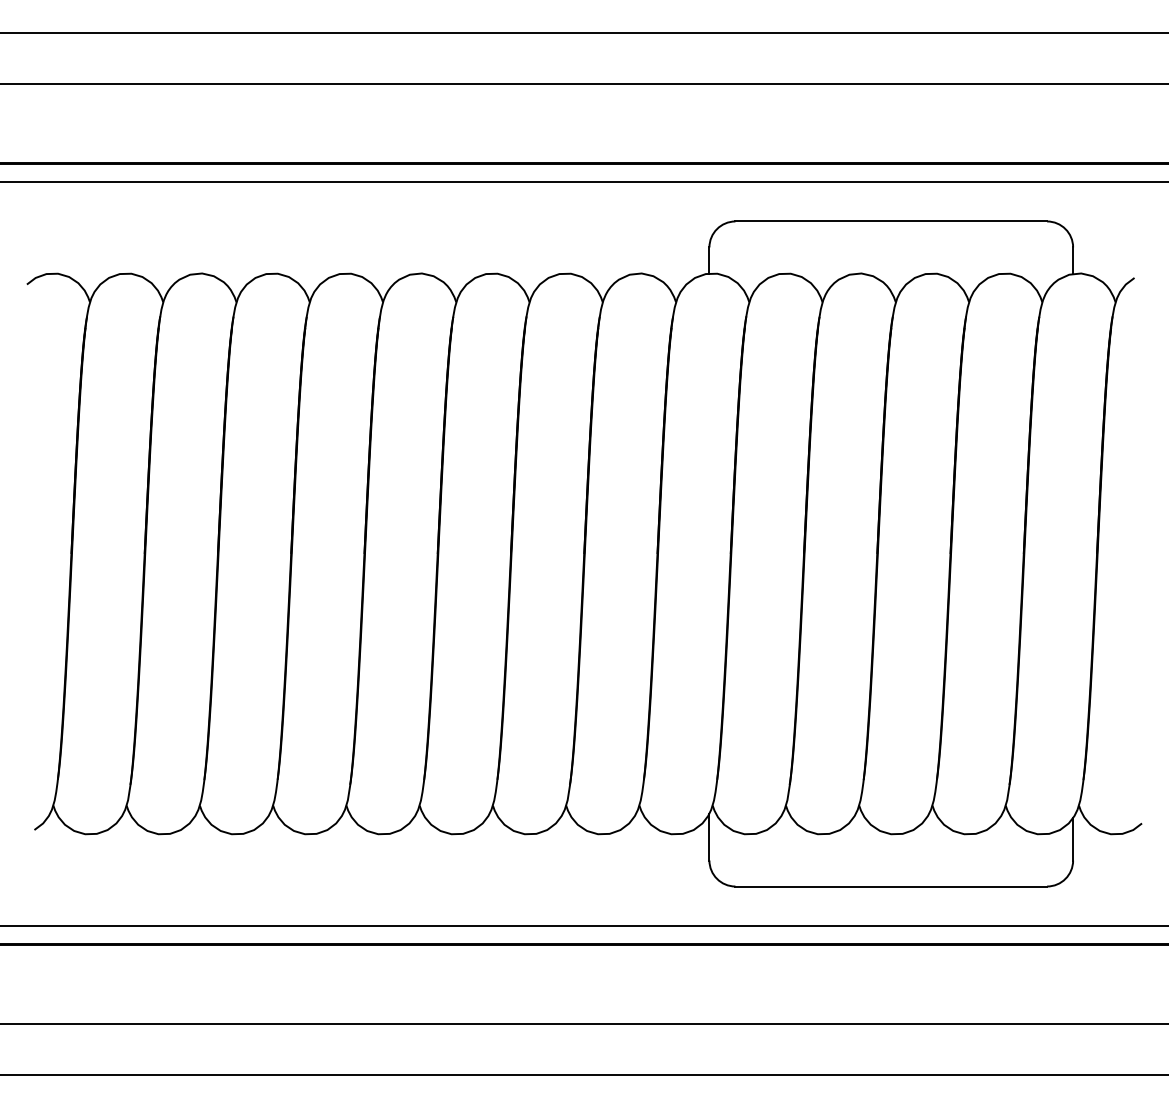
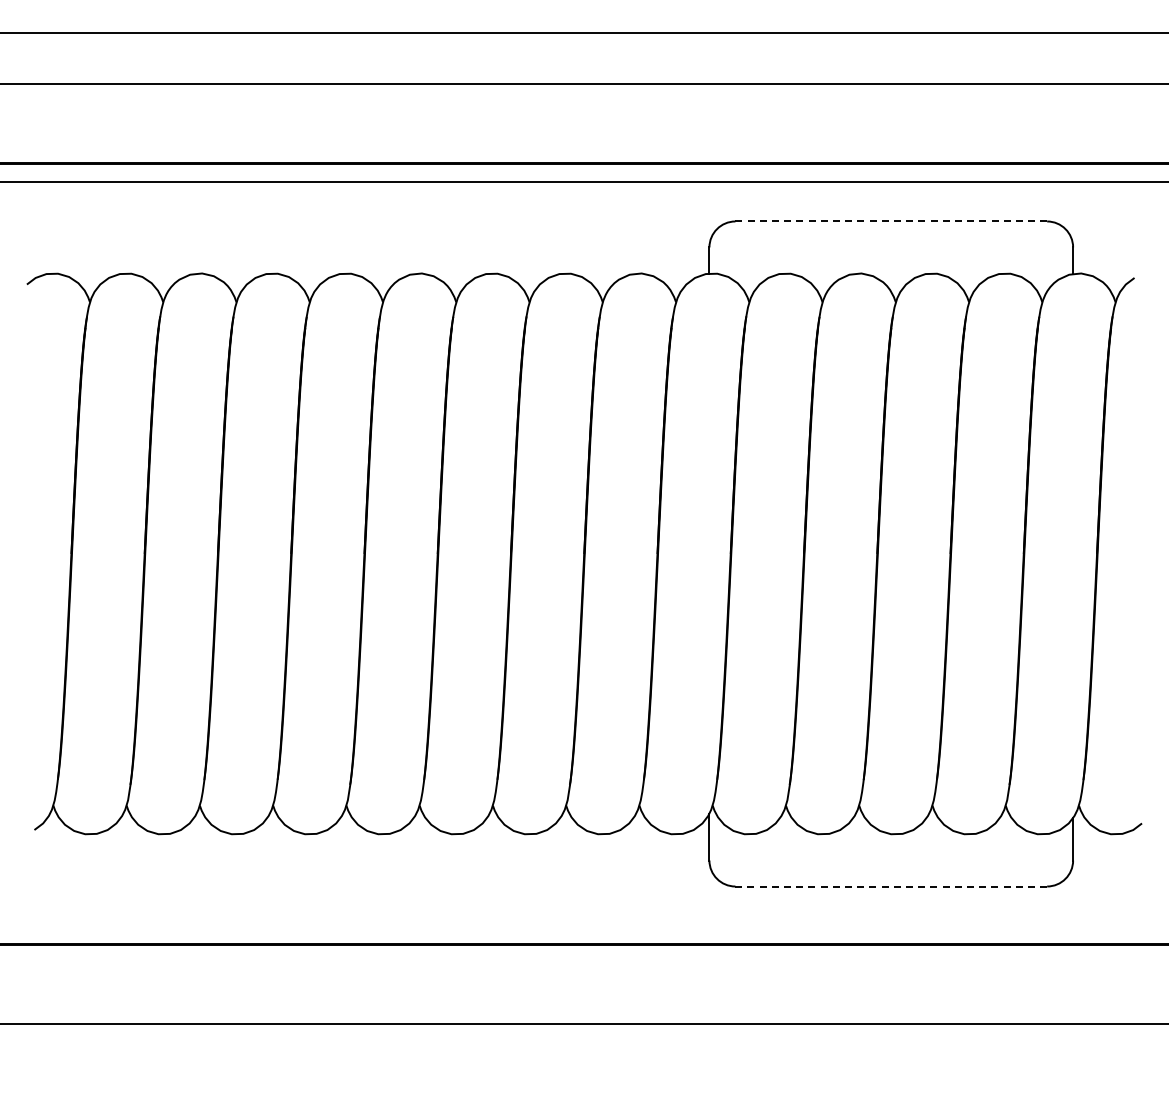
line at (891, 221): solid -> dashed
line at (891, 886): solid -> dashed
line at (583, 926): present -> none
line at (583, 1074): present -> none
